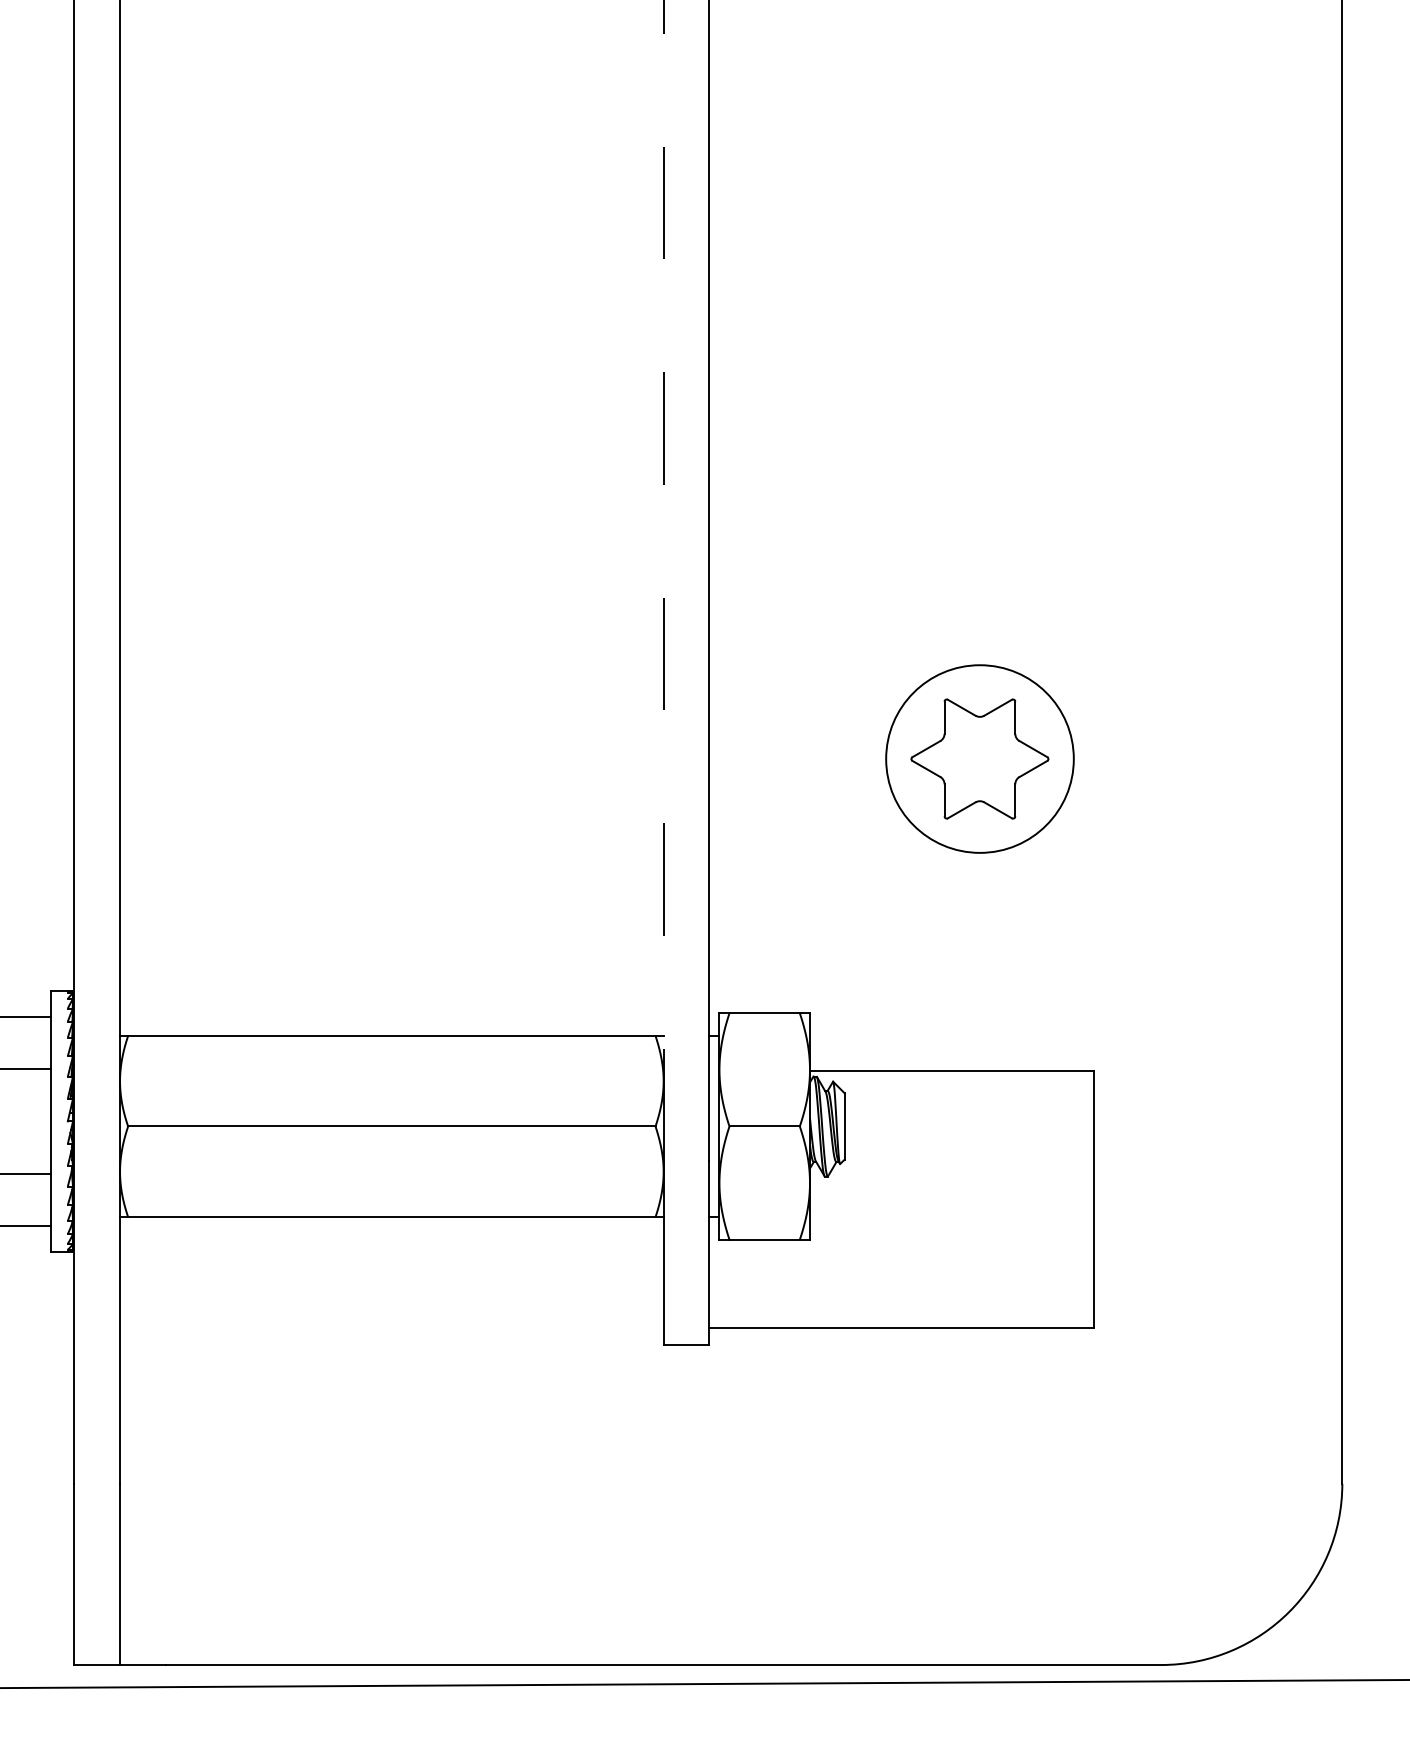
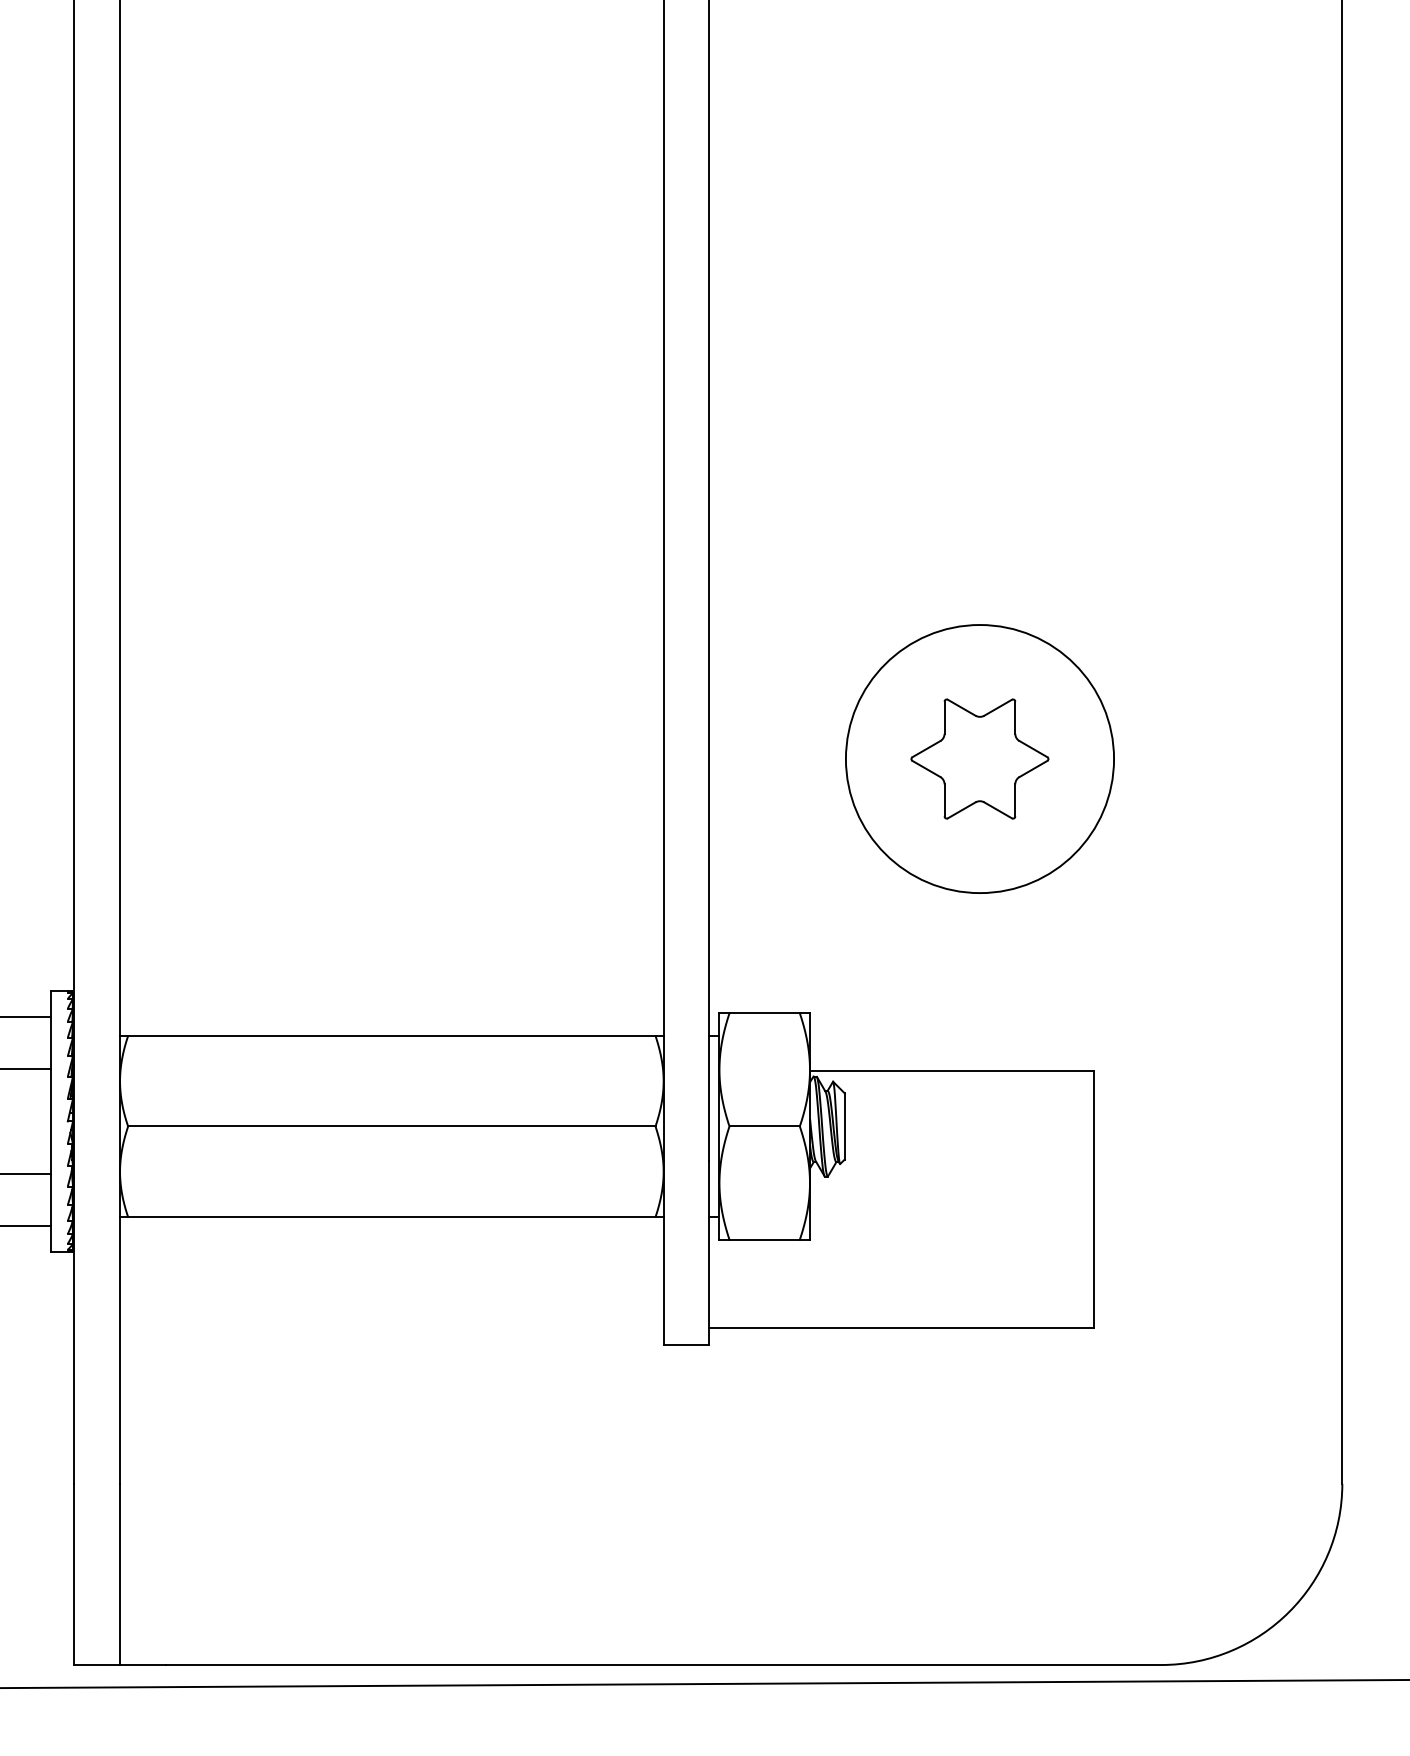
line at (663, 580): dashed -> solid
circle at (979, 758) diameter: 188 px -> 268 px
